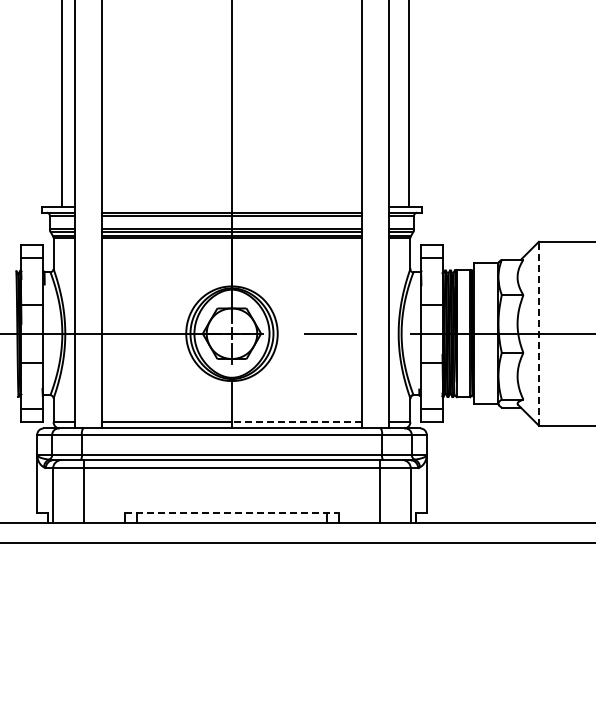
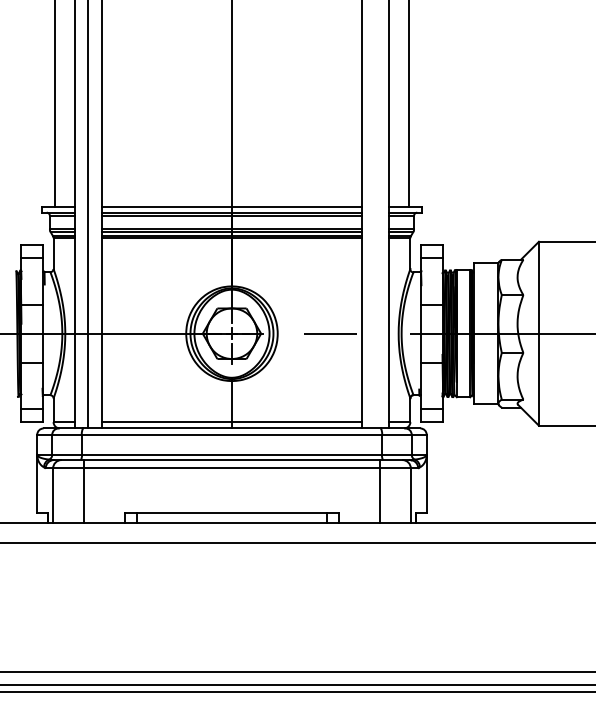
line at (62, 104) position: (62, 104) -> (55, 104)
line at (231, 207): none -> present
line at (88, 215): none -> present
line at (538, 333): dashed -> solid
line at (296, 422): dashed -> solid
line at (232, 512): dashed -> solid
line at (297, 671): none -> present
line at (297, 685): none -> present
line at (297, 691): none -> present
